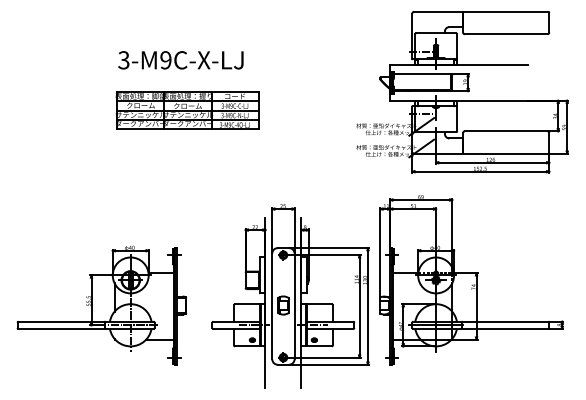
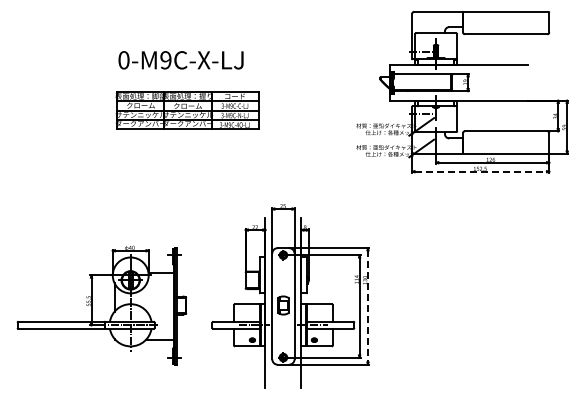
text at (123, 60): 3-M9C-X-LJ -> 0-M9C-X-LJ
line at (481, 171): solid -> dashed
part at (471, 280): present -> none
line at (367, 306): solid -> dashed
